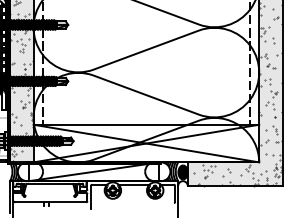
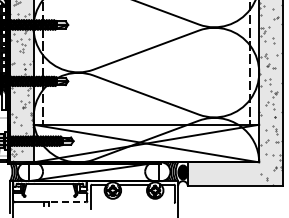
hatch at (237, 174): present -> none
line at (68, 202): solid -> dashed
